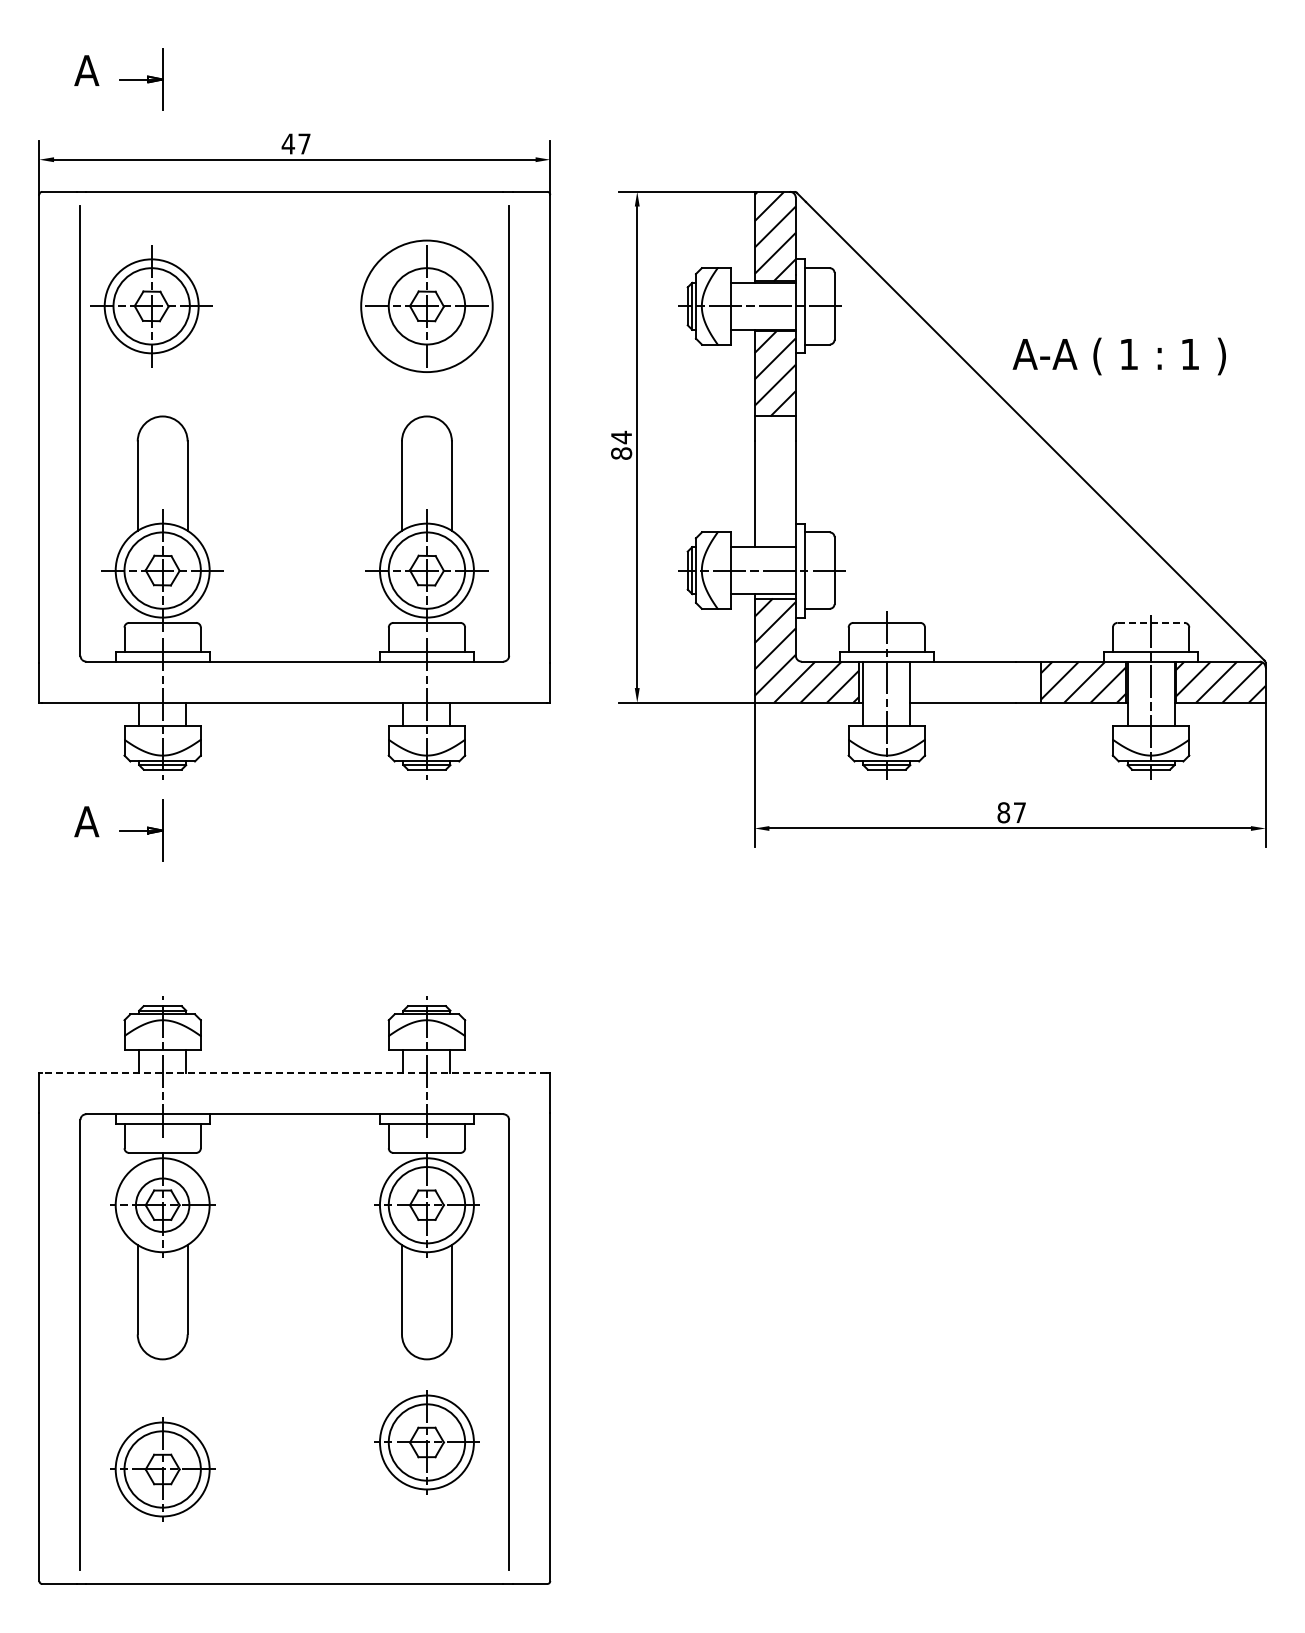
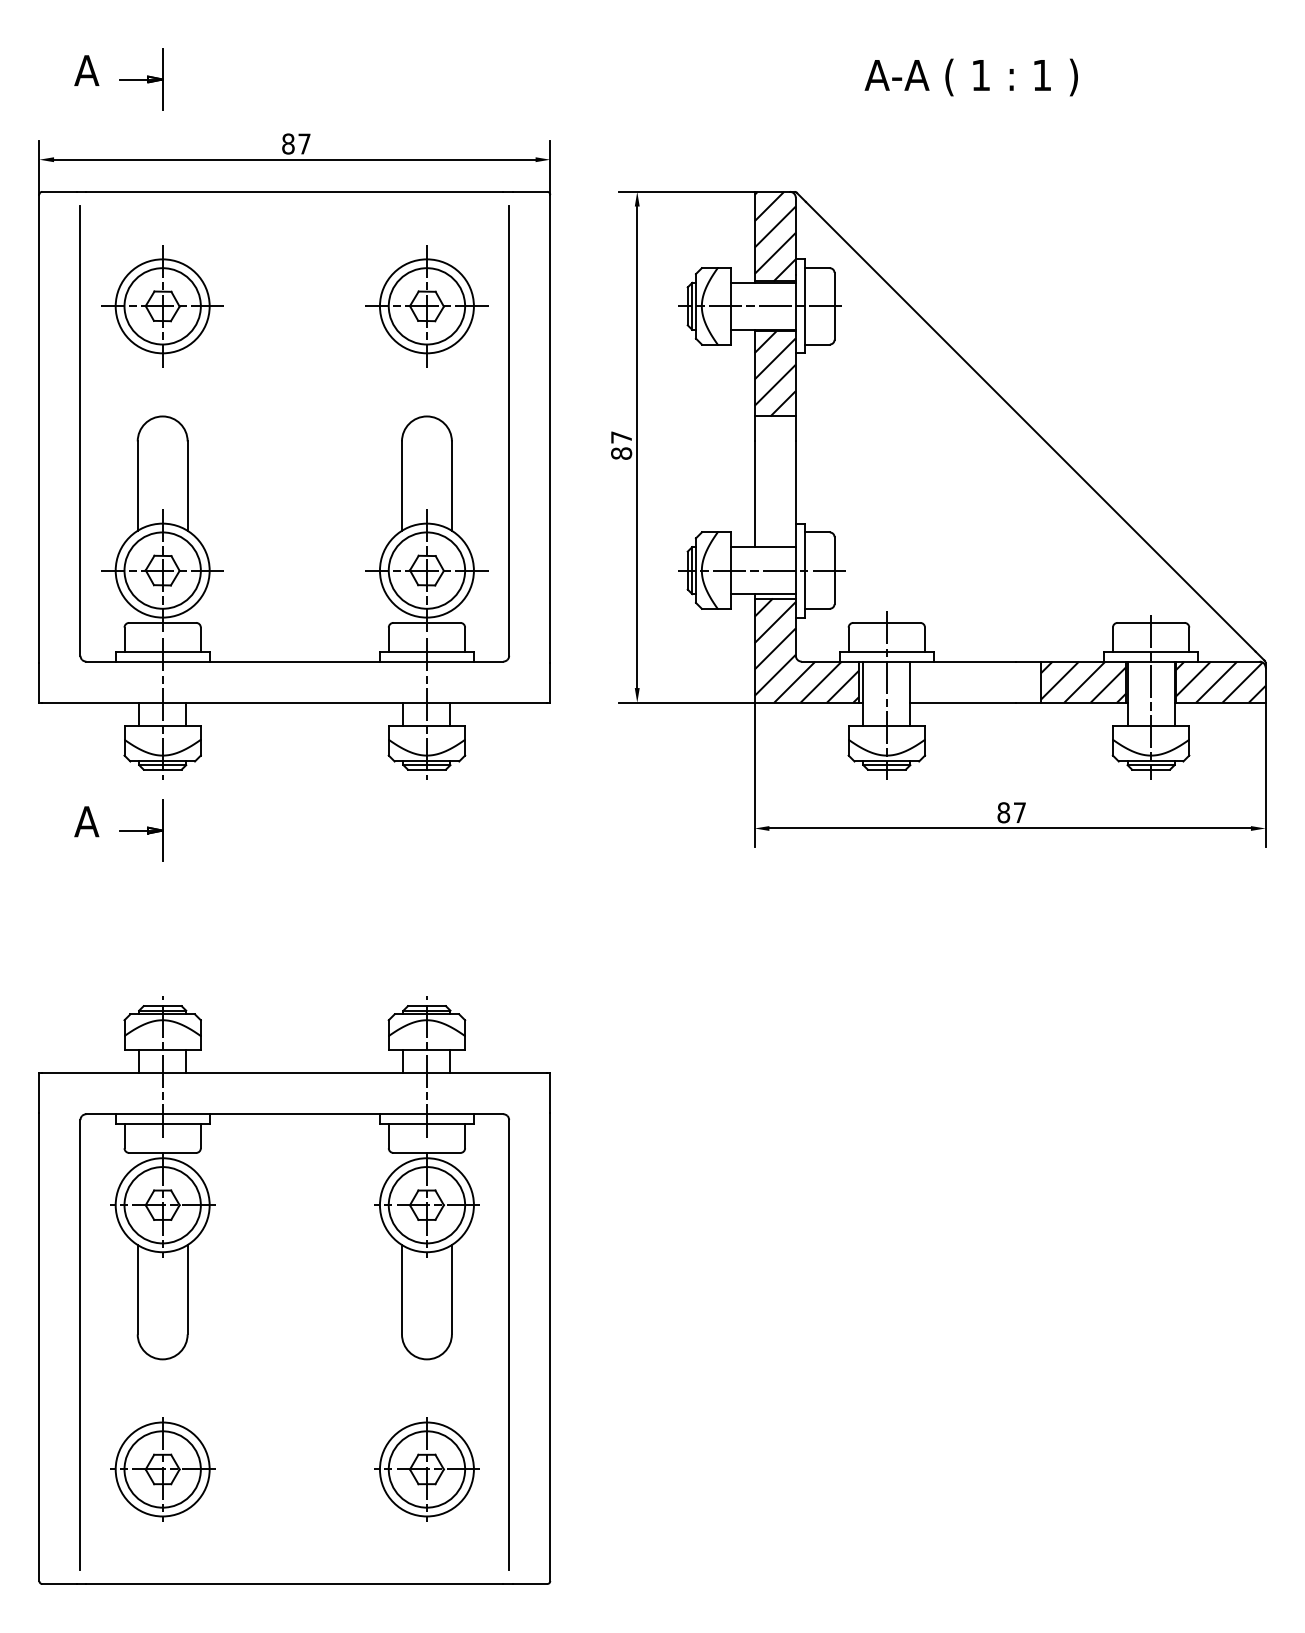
text at (288, 143): 47 -> 87
part at (151, 306) position: (151, 306) -> (162, 306)
circle at (426, 306) diameter: 132 px -> 94 px
text at (1118, 356) position: (1118, 356) -> (970, 77)
text at (621, 437): 84 -> 87
line at (1151, 622): dashed -> solid
line at (294, 1073): dashed -> solid
circle at (162, 1204) diameter: 53 px -> 76 px
part at (426, 1442) position: (426, 1442) -> (426, 1469)
